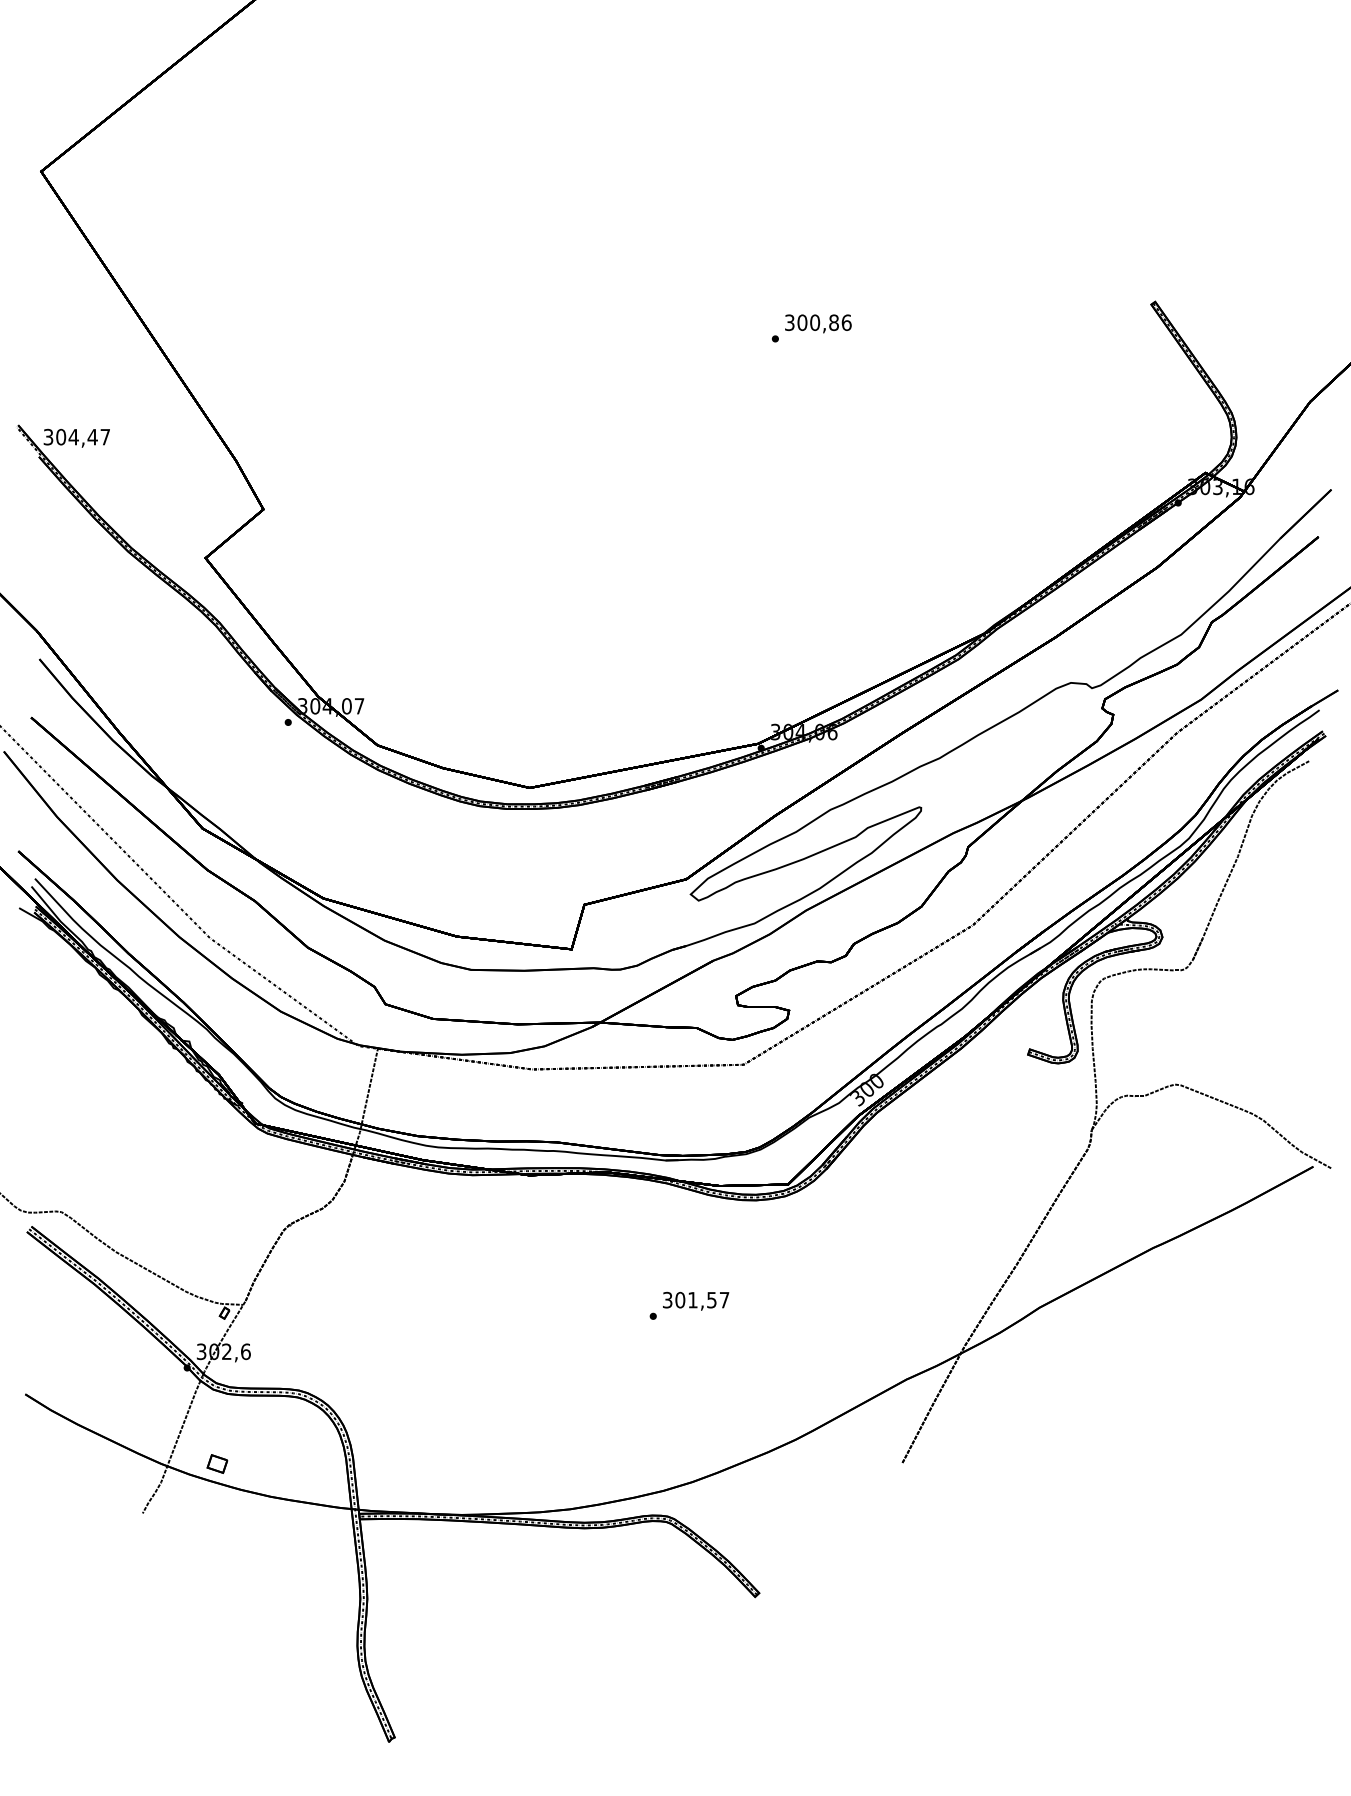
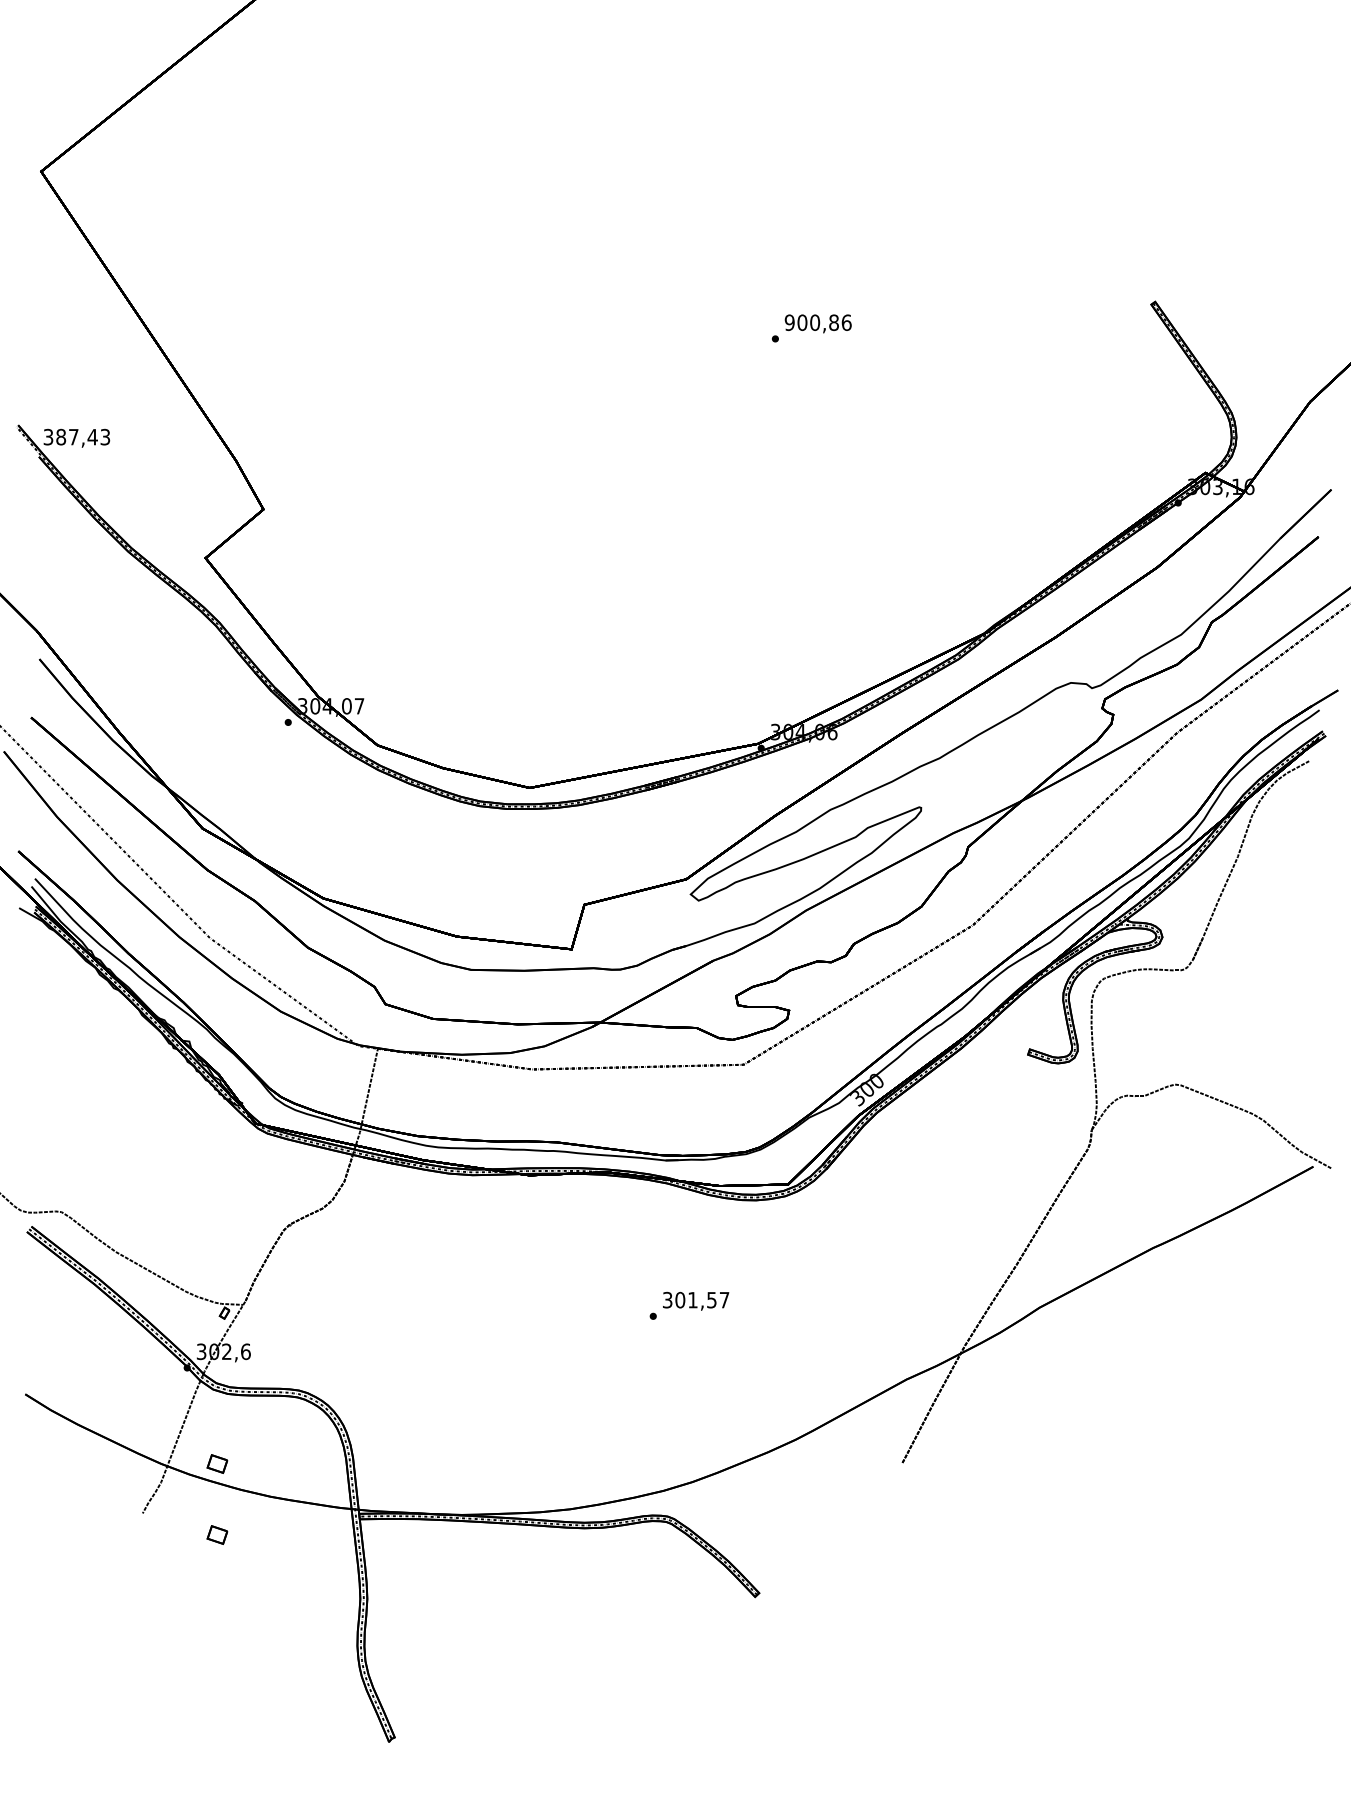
text at (789, 322): 300,86 -> 900,86
text at (83, 436): 304,47 -> 387,43
part at (217, 1534): none -> present
